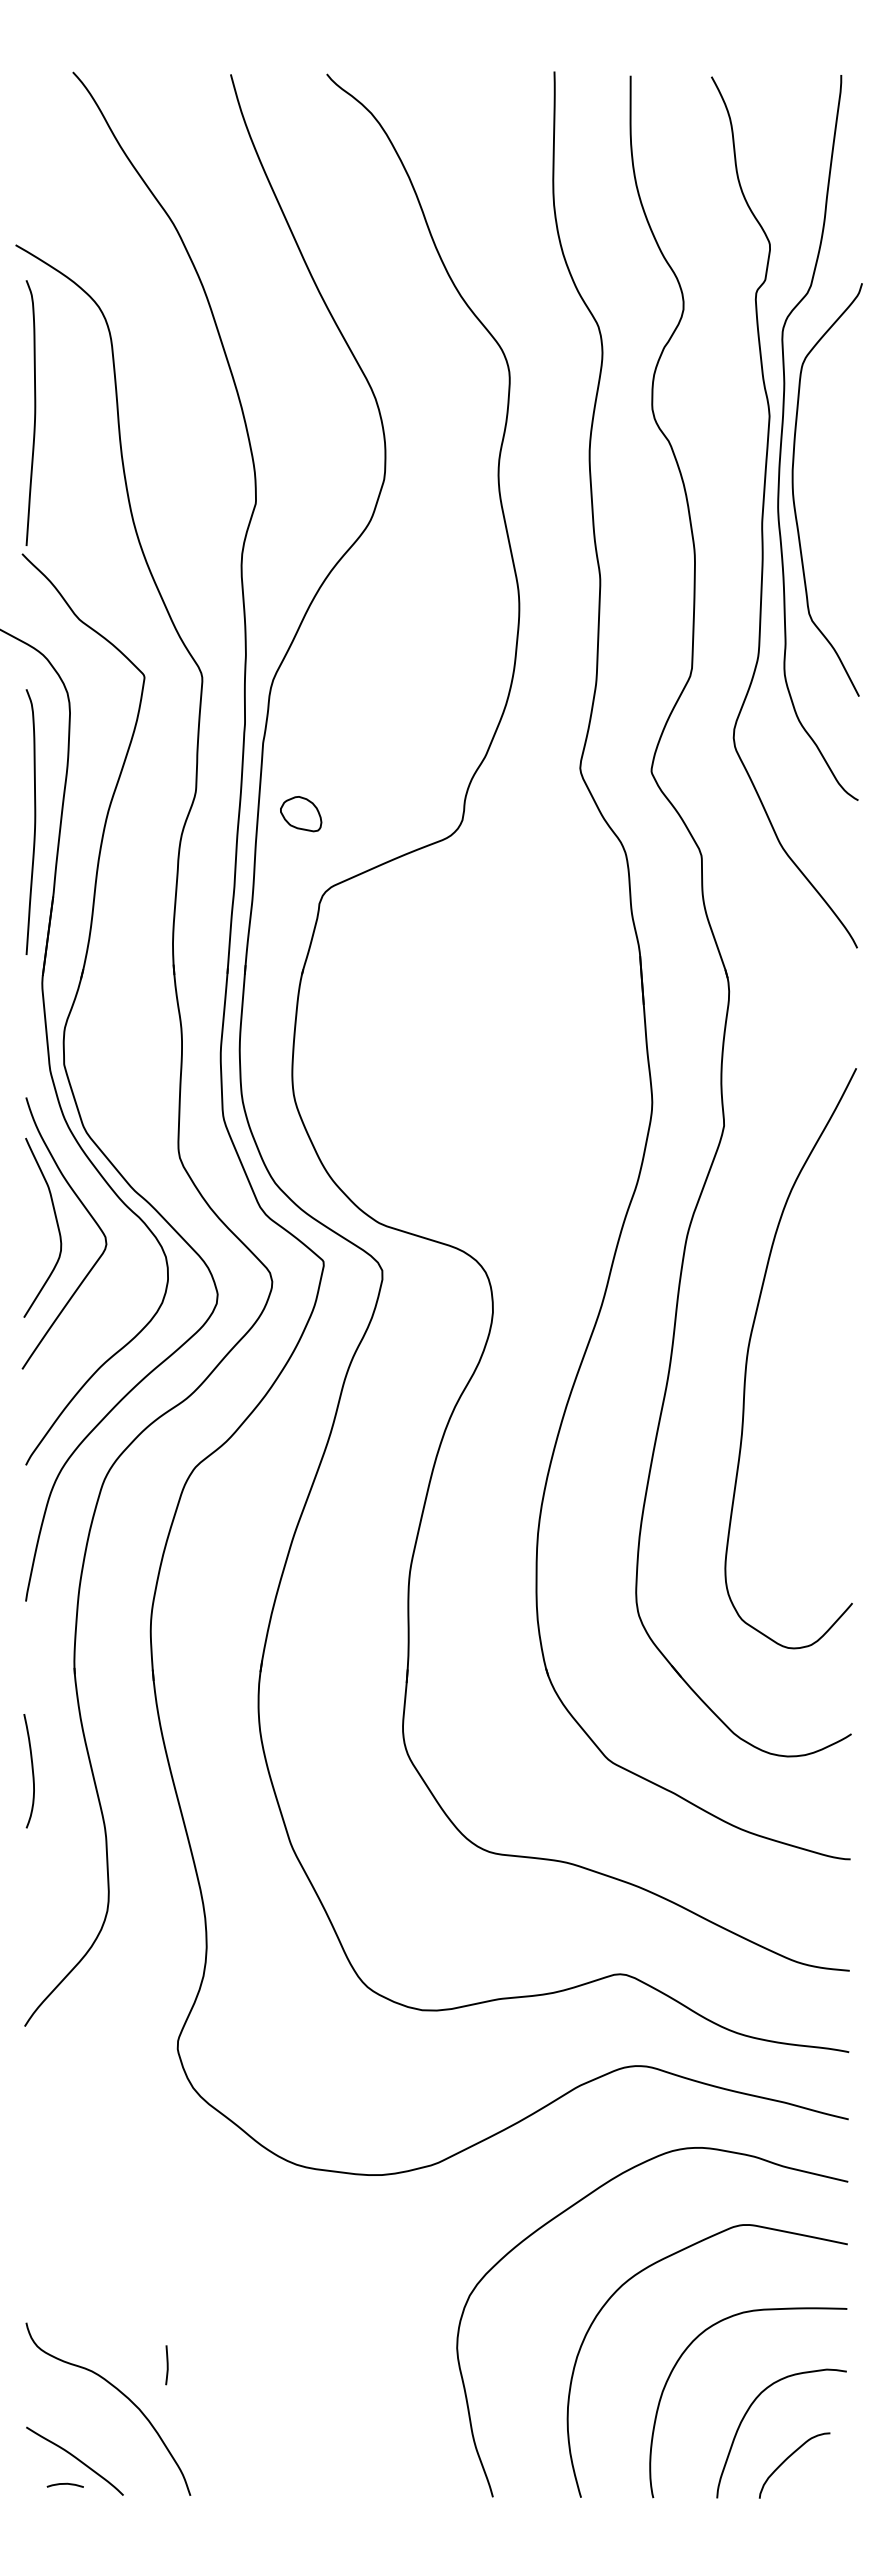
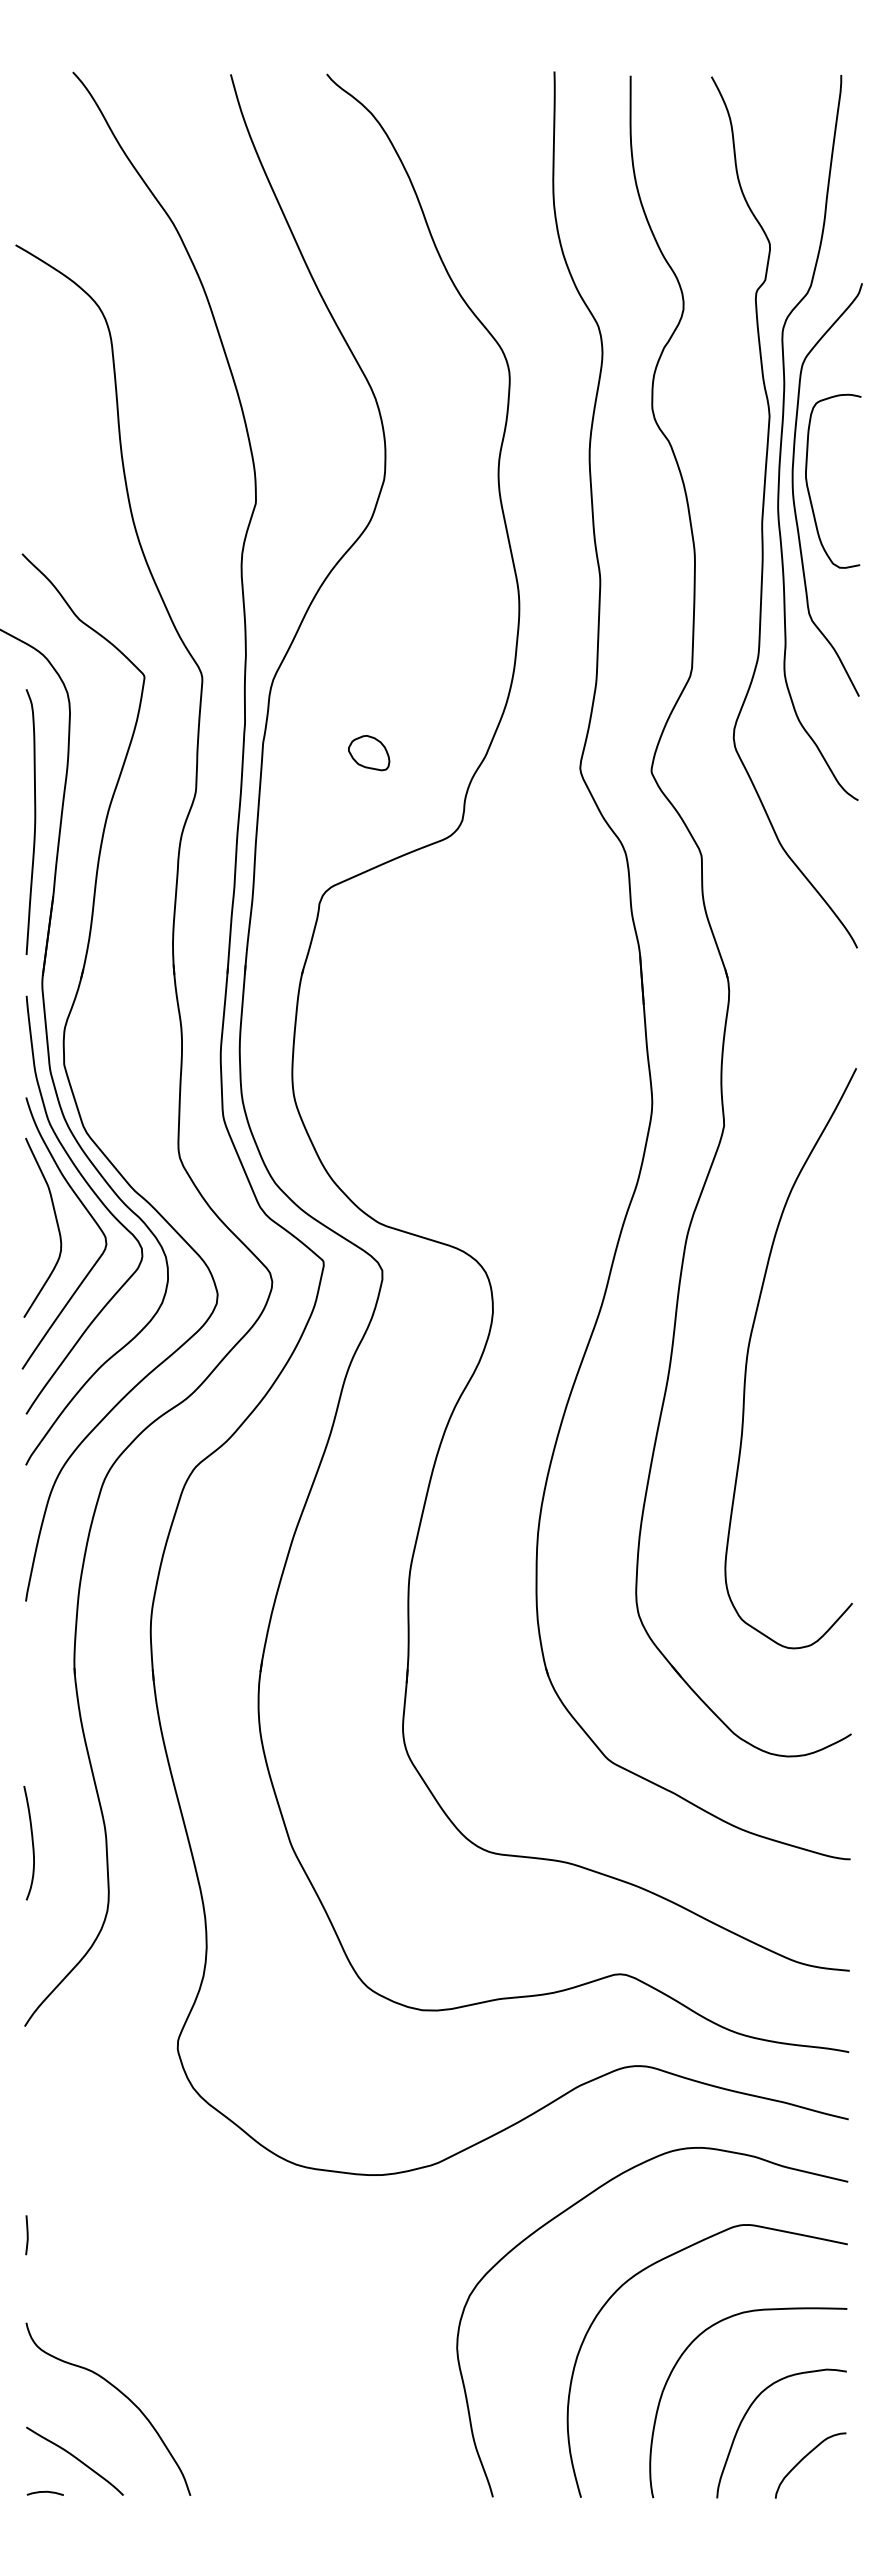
curve at (34, 412): present -> none
curve at (808, 486): none -> present
part at (301, 814) position: (301, 814) -> (369, 753)
curve at (94, 1194): none -> present
curve at (31, 1769) position: (31, 1769) -> (31, 1841)
line at (166, 2365) position: (166, 2365) -> (26, 2235)
curve at (788, 2458) position: (788, 2458) -> (804, 2458)
curve at (64, 2484) position: (64, 2484) -> (44, 2492)
